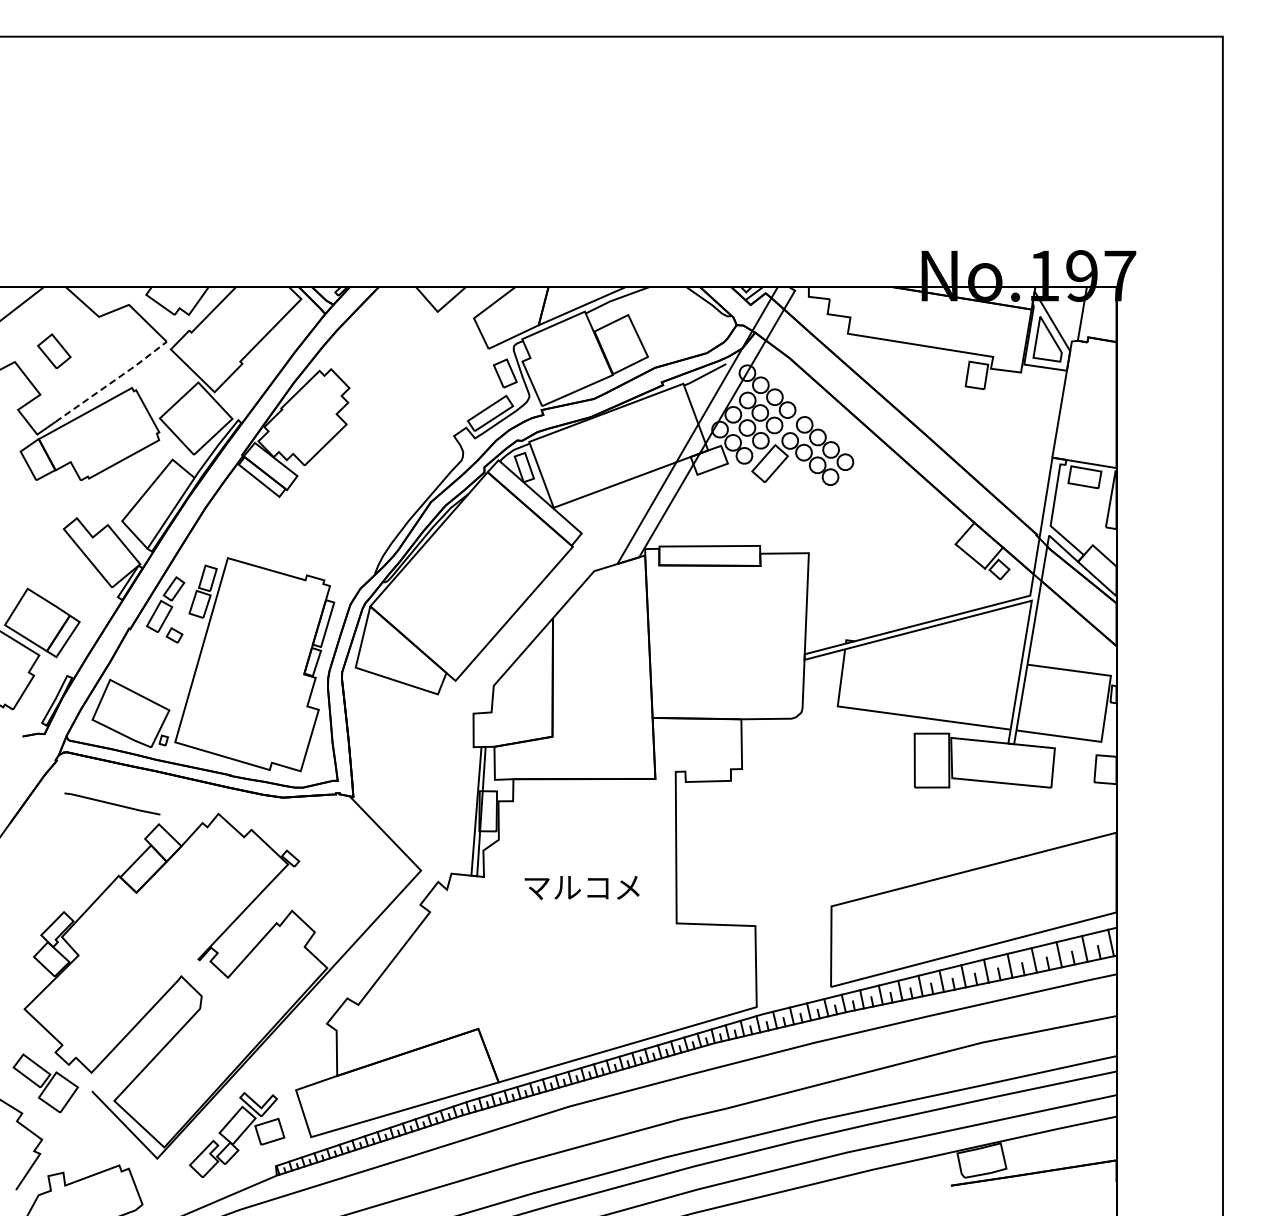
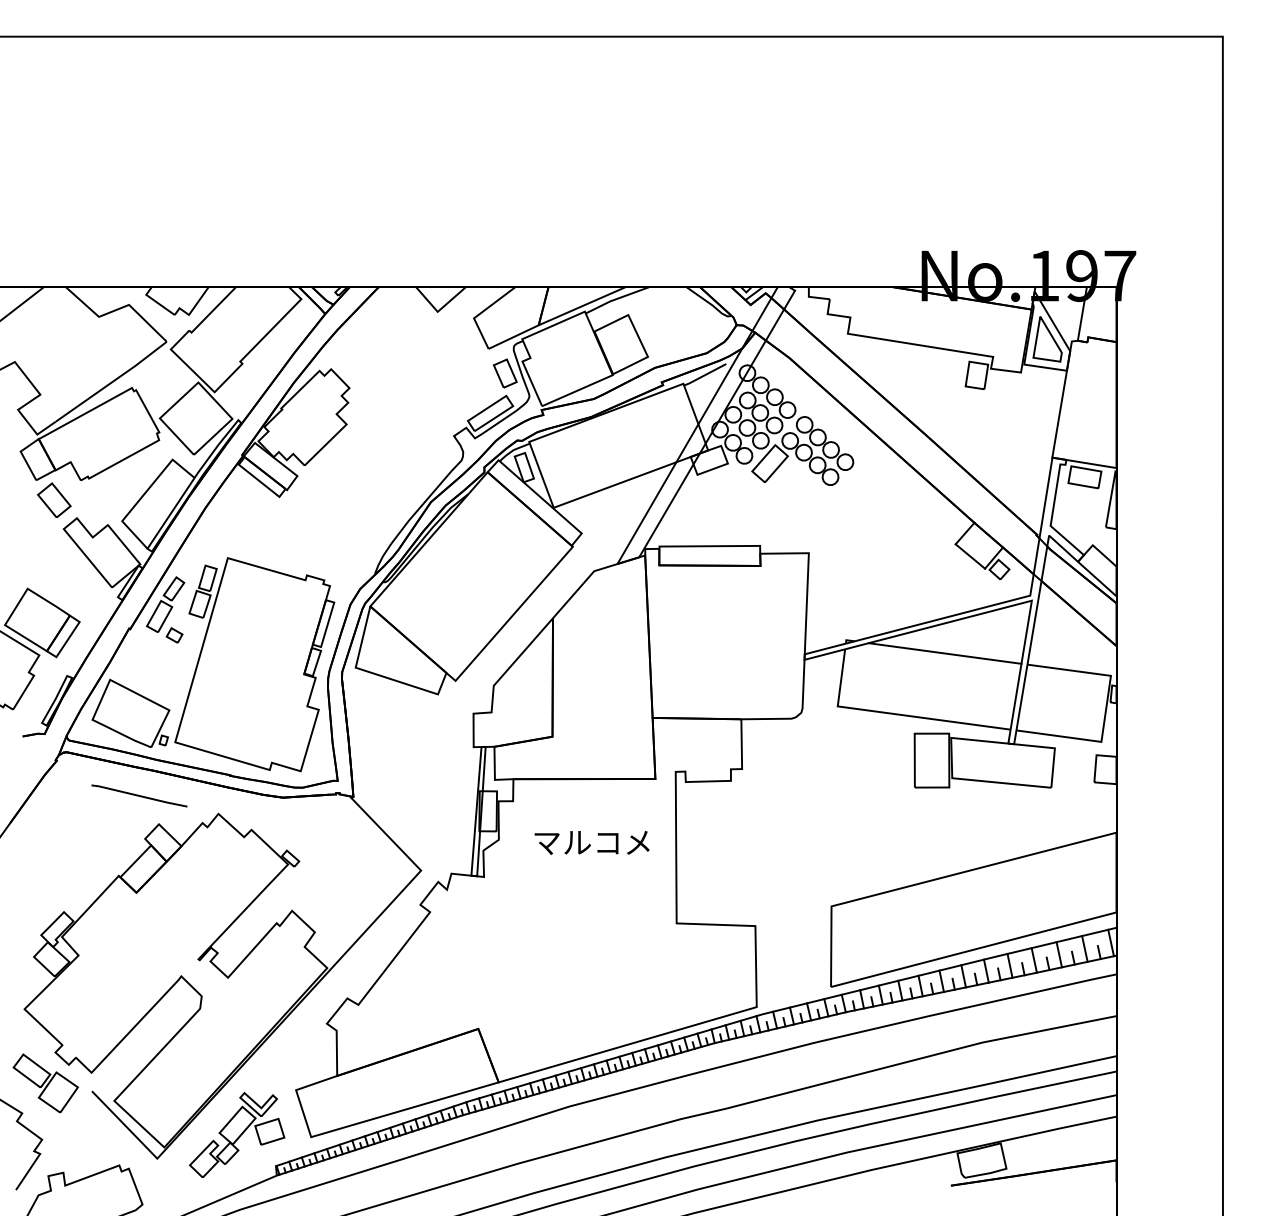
part at (54, 350) position: (54, 350) -> (54, 499)
line at (112, 381): dashed -> solid
line at (944, 653): none -> present
line at (112, 803) position: (112, 803) -> (139, 795)
text at (581, 887) position: (581, 887) -> (591, 842)
